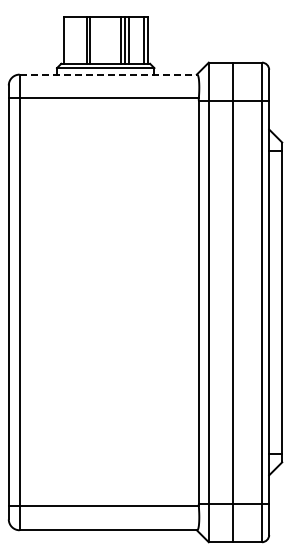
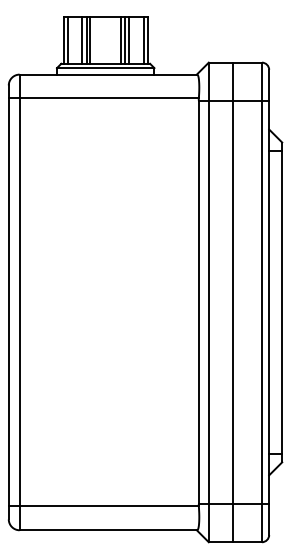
line at (67, 39): none -> present
line at (82, 39): none -> present
line at (108, 74): dashed -> solid
